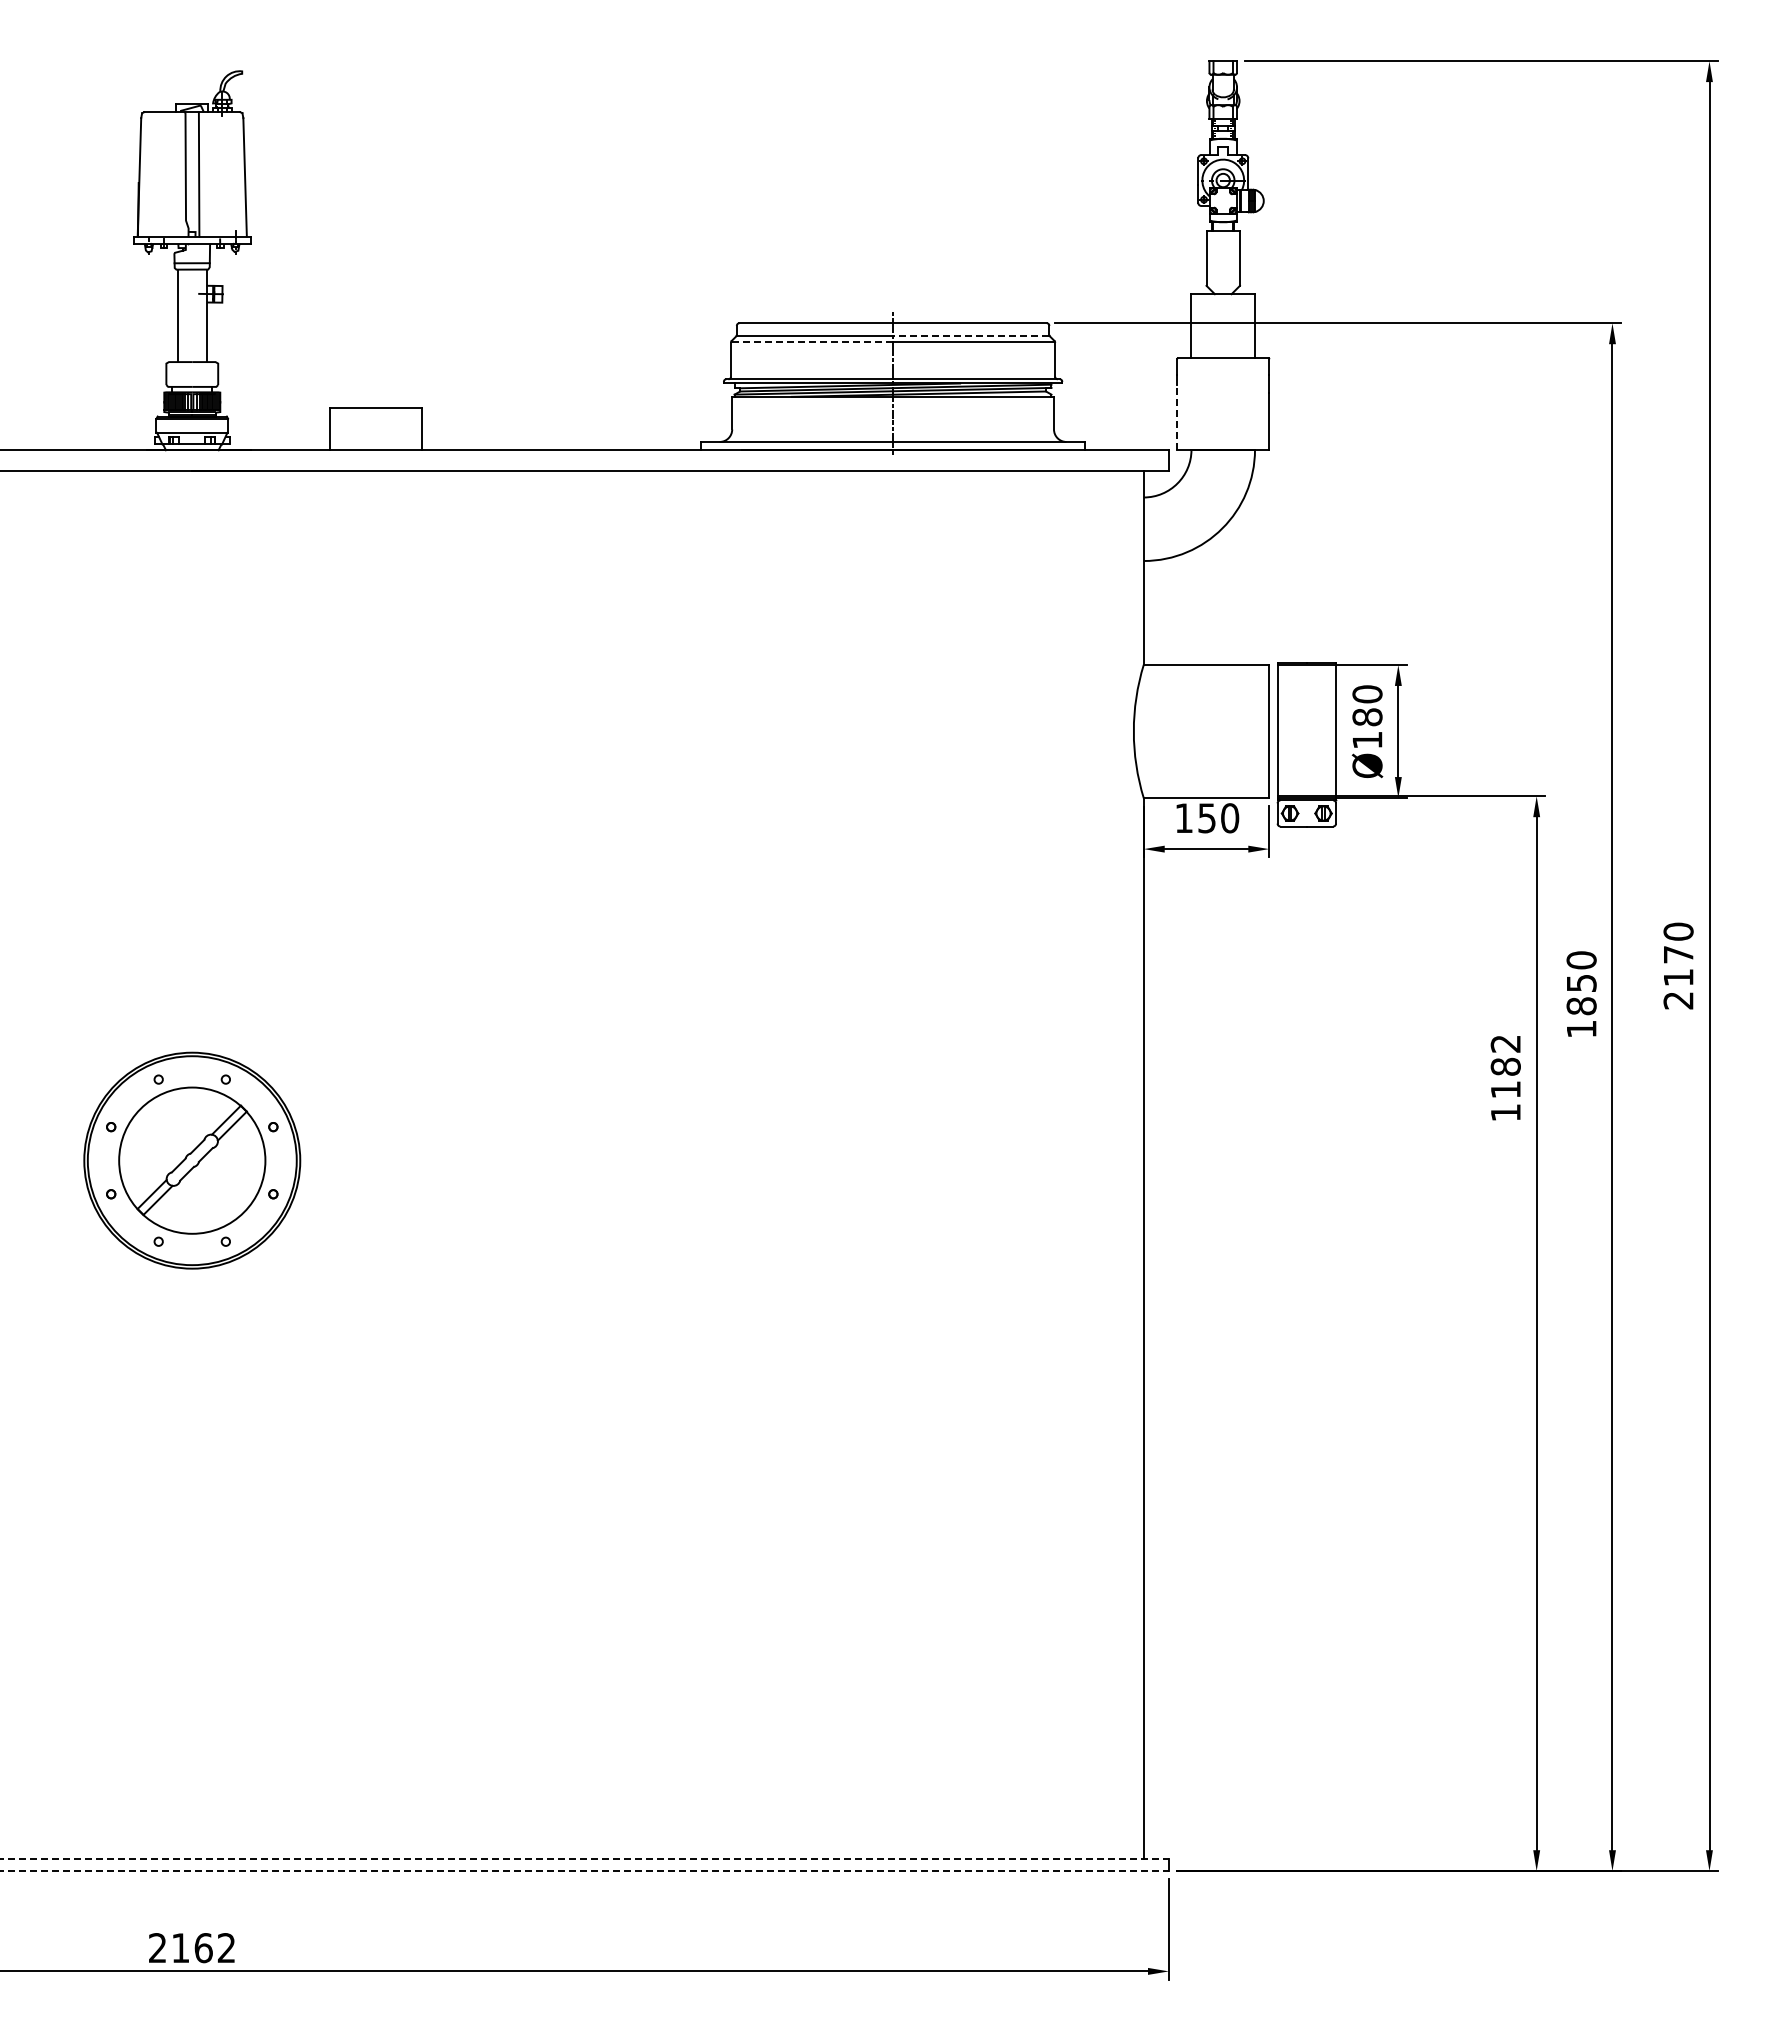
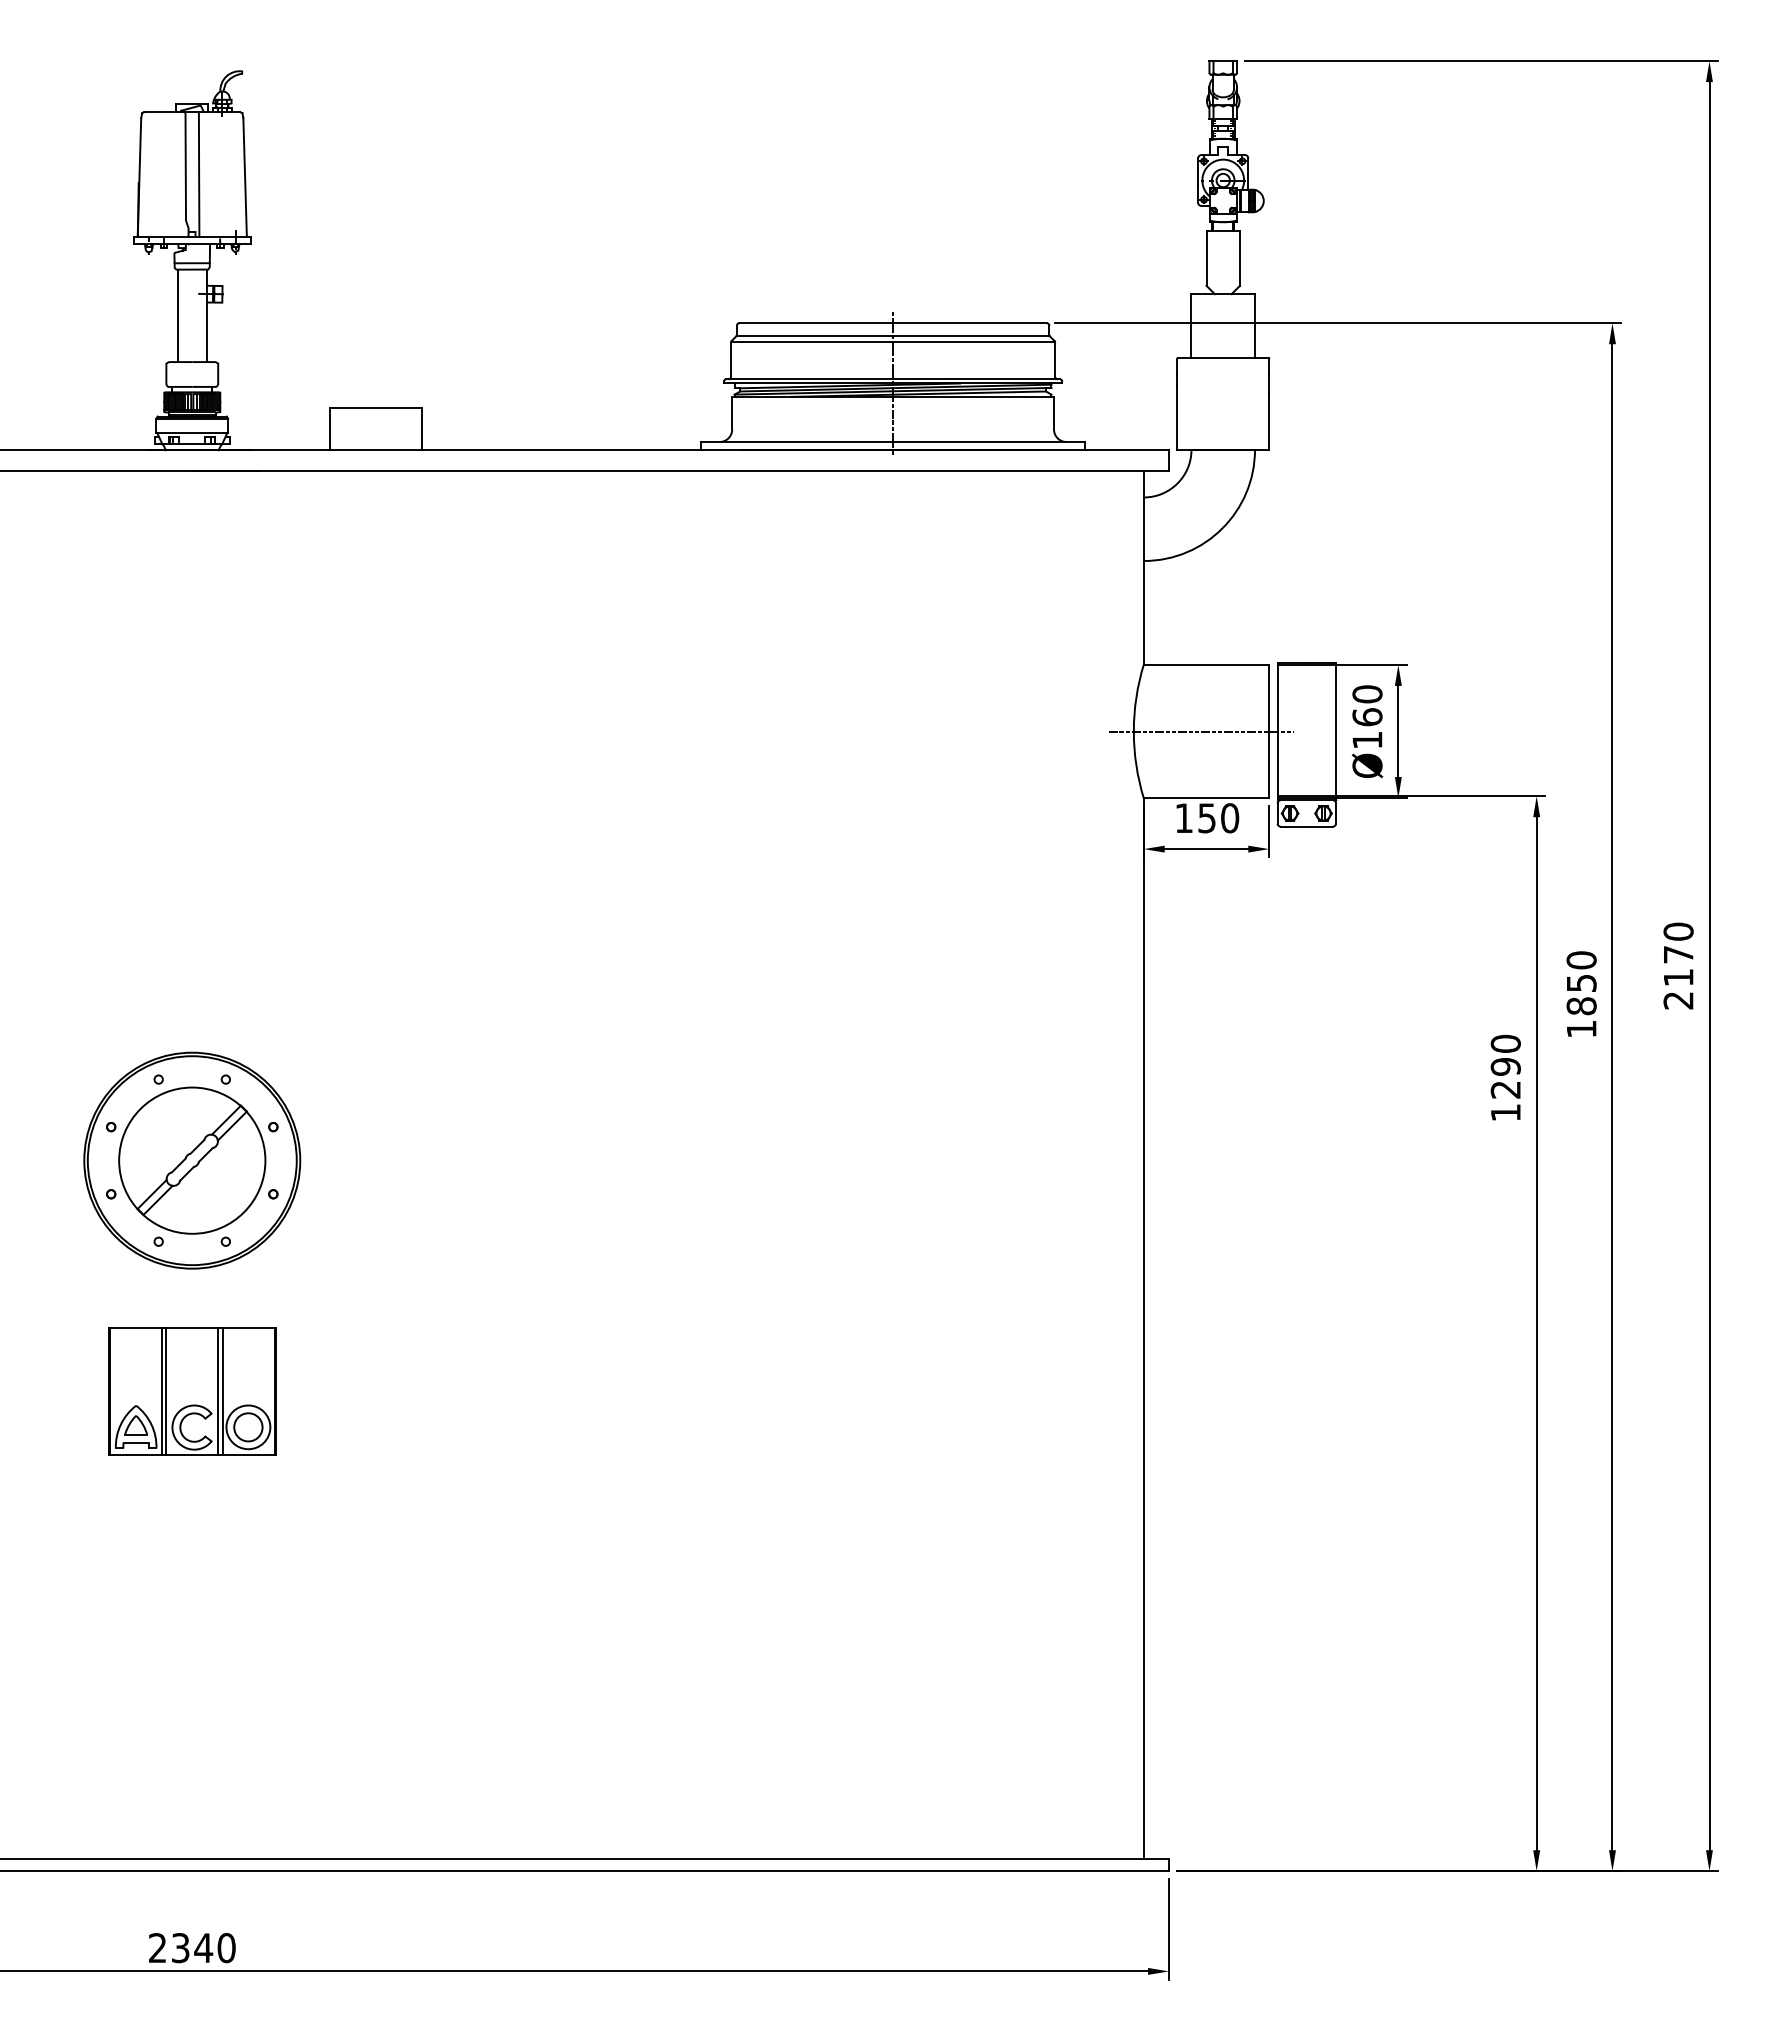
line at (971, 335): dashed -> solid
line at (812, 342): dashed -> solid
line at (1177, 417): dashed -> solid
text at (1367, 717): Ø180 -> Ø160
line at (1201, 731): none -> present
text at (1505, 1066): 1182 -> 1290
part at (192, 1391): none -> present
line at (585, 1858): dashed -> solid
line at (585, 1871): dashed -> solid
text at (203, 1948): 2162 -> 2340
